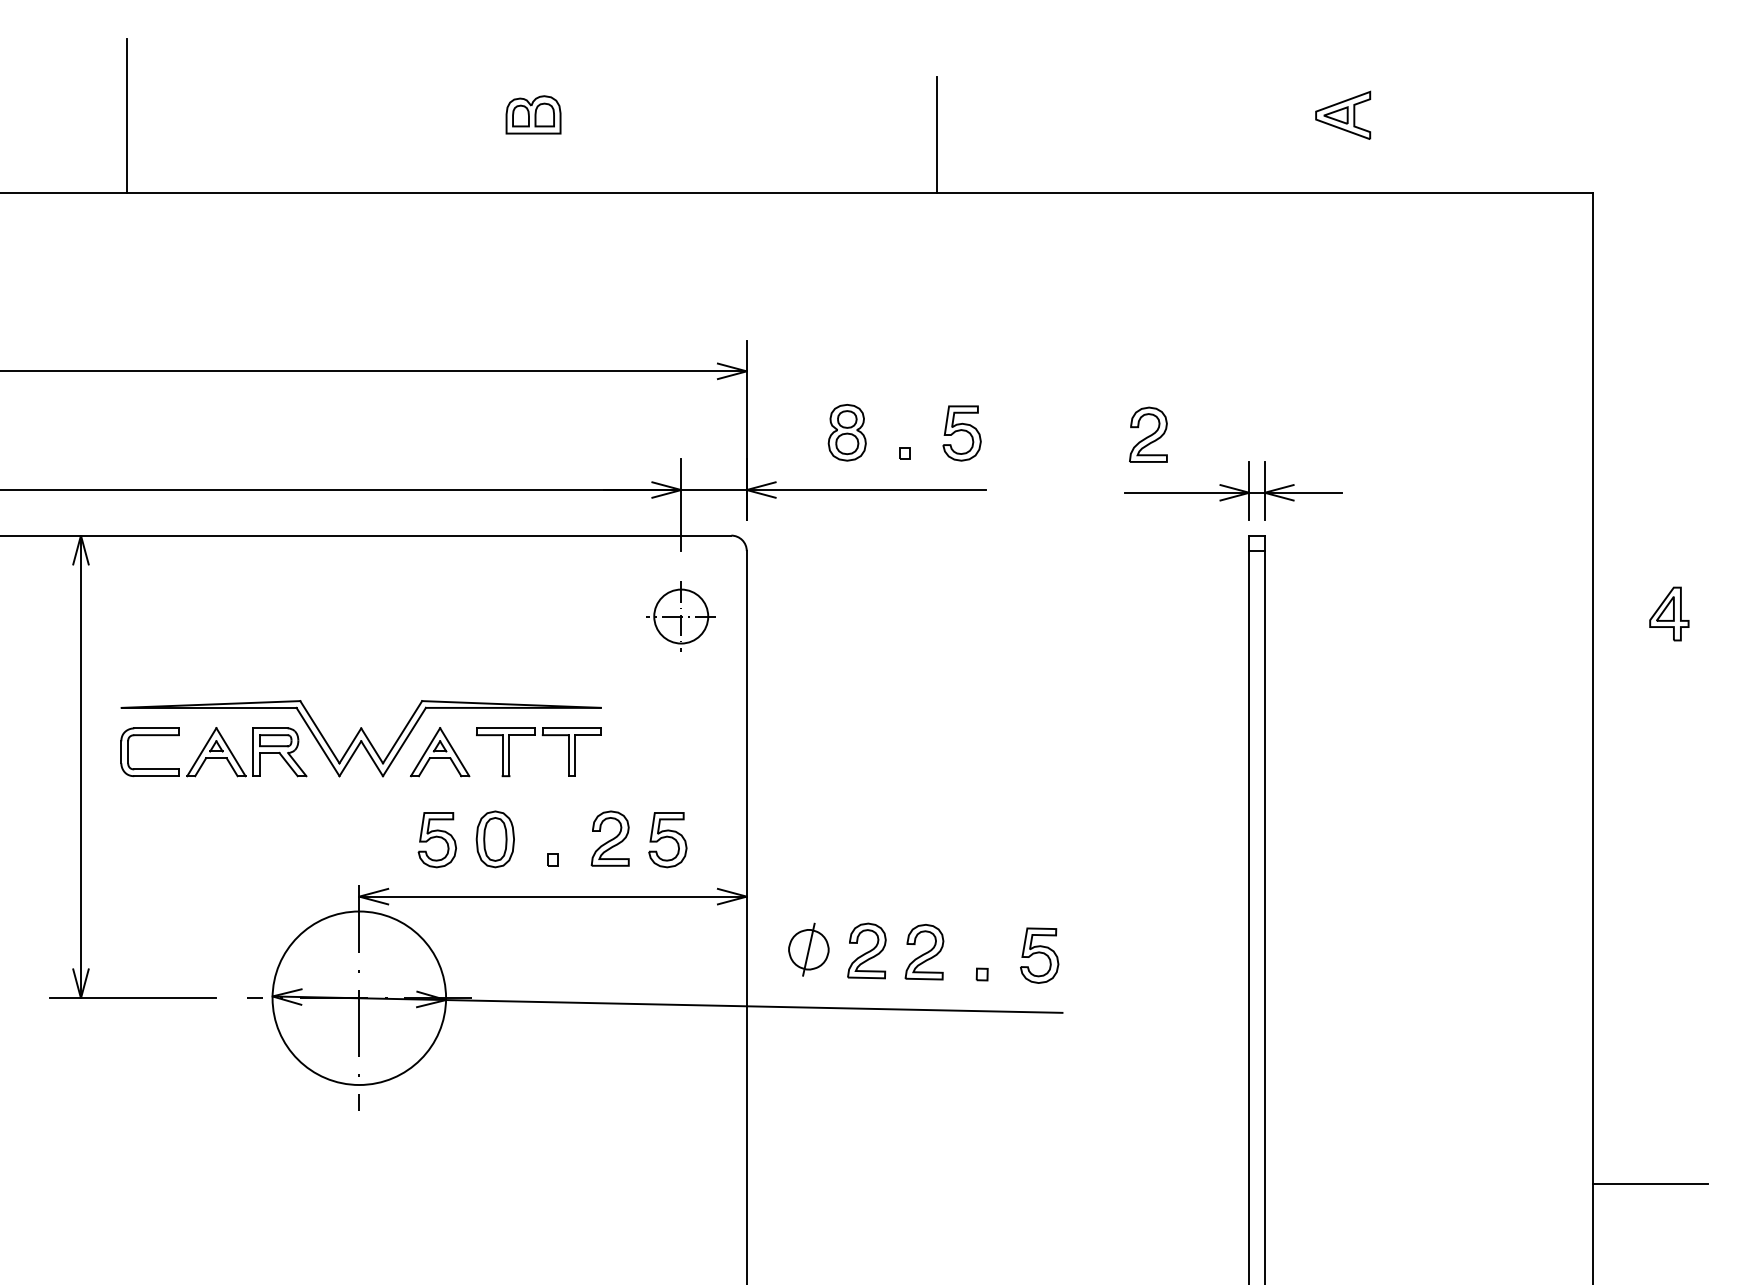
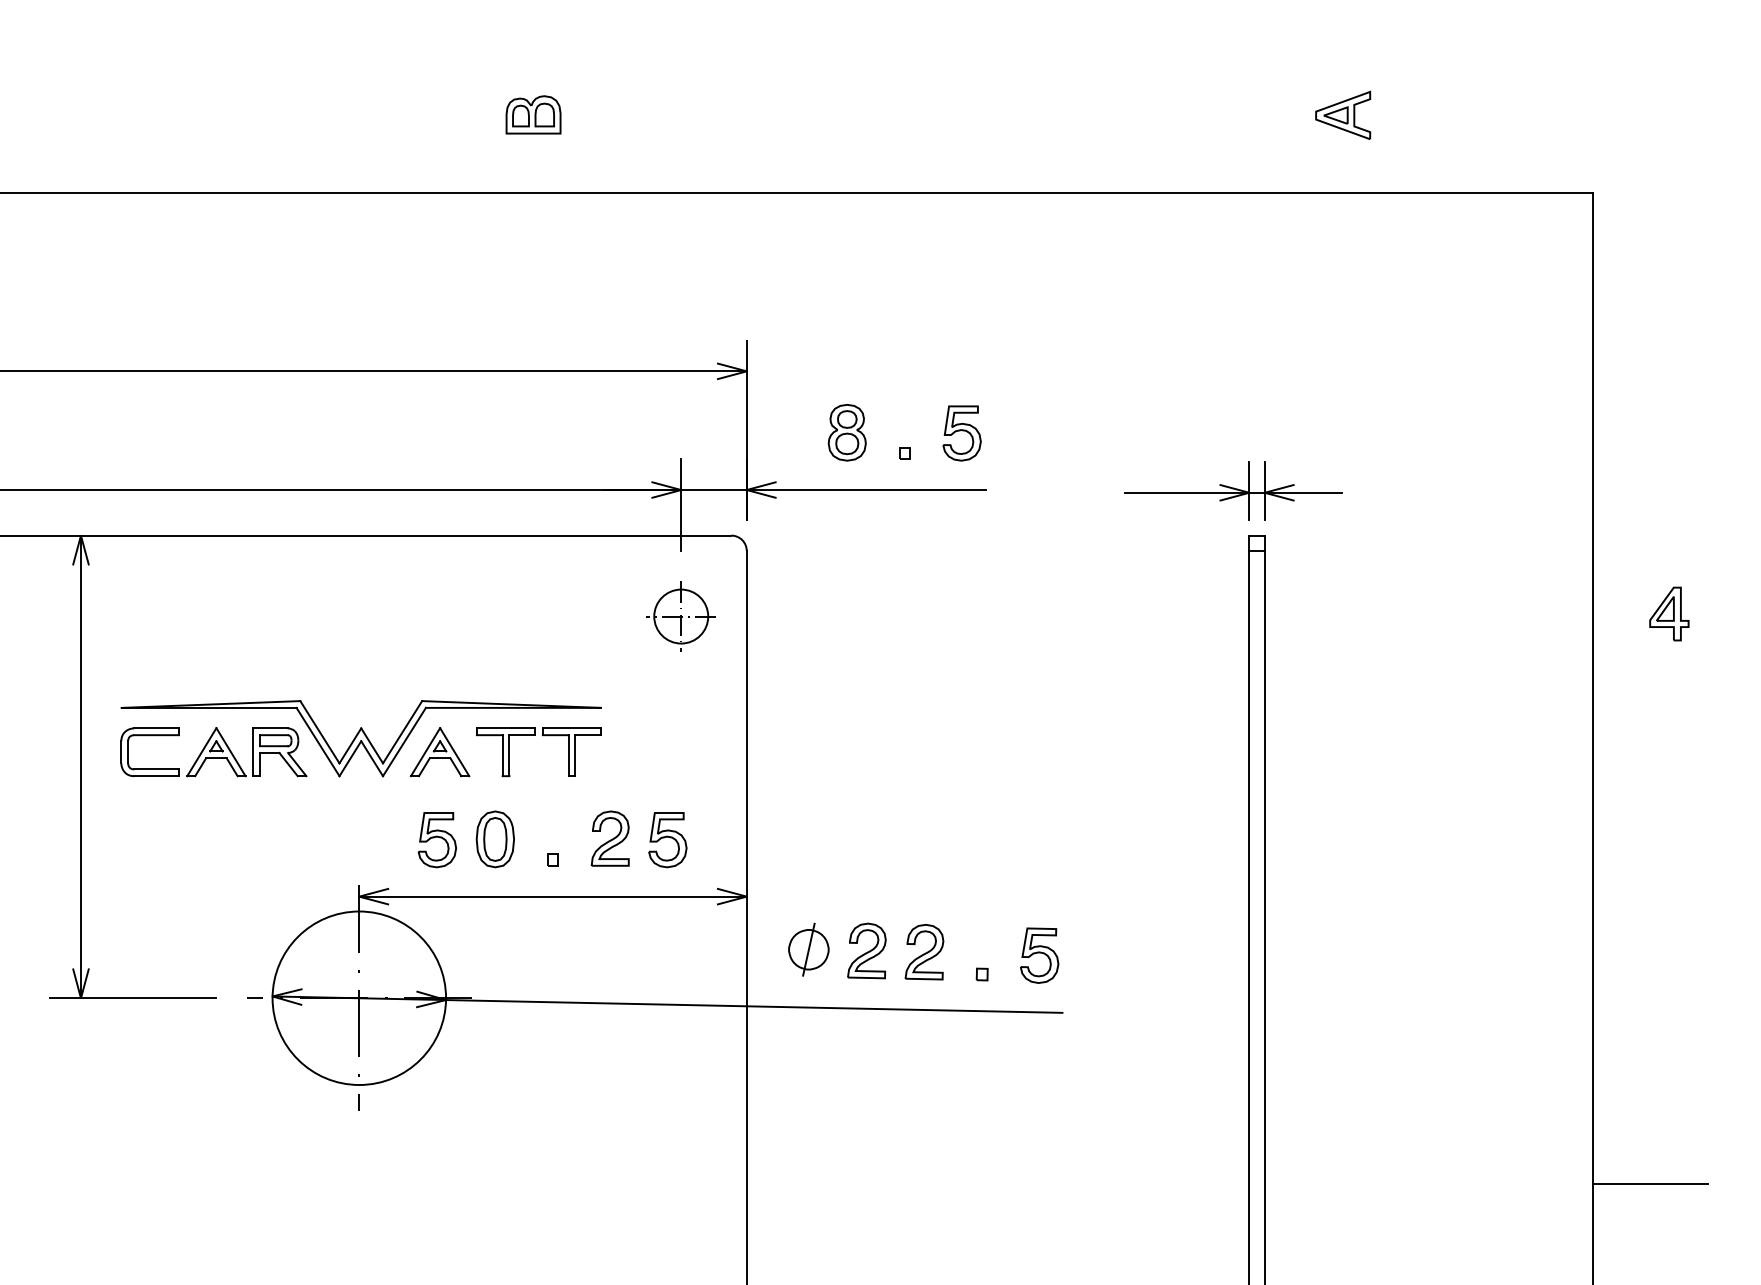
line at (127, 115): present -> none
line at (937, 134): present -> none
part at (1148, 434): present -> none
